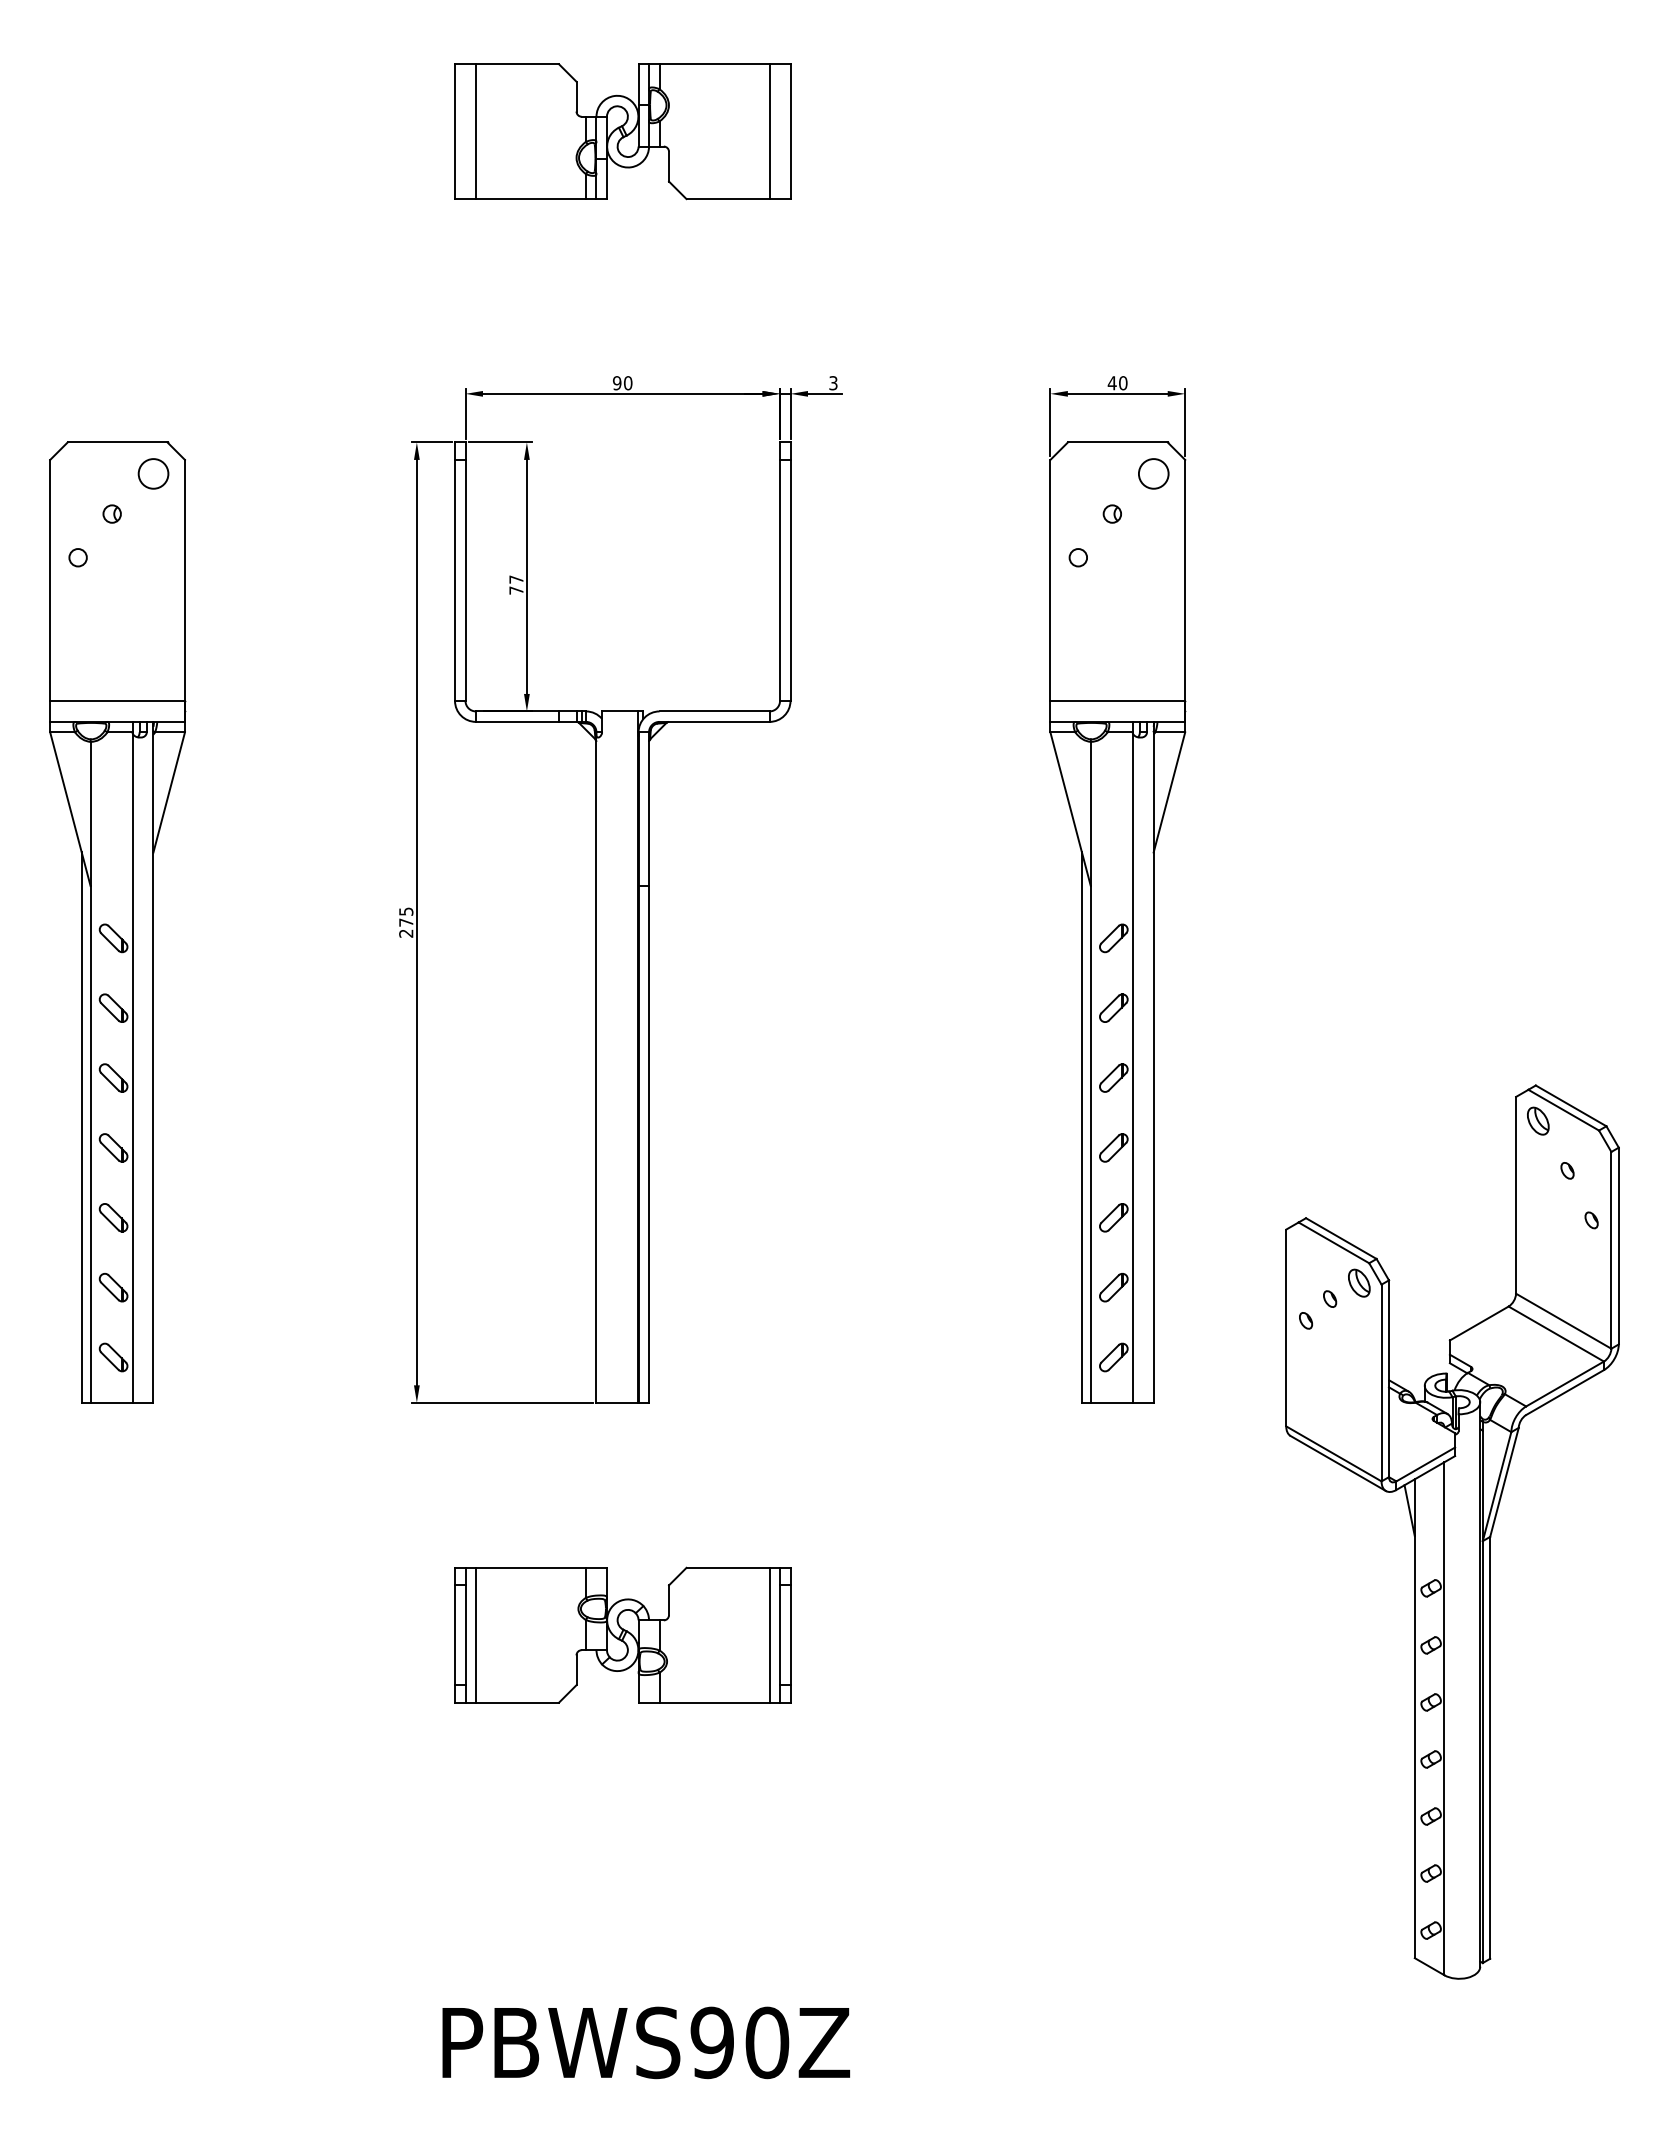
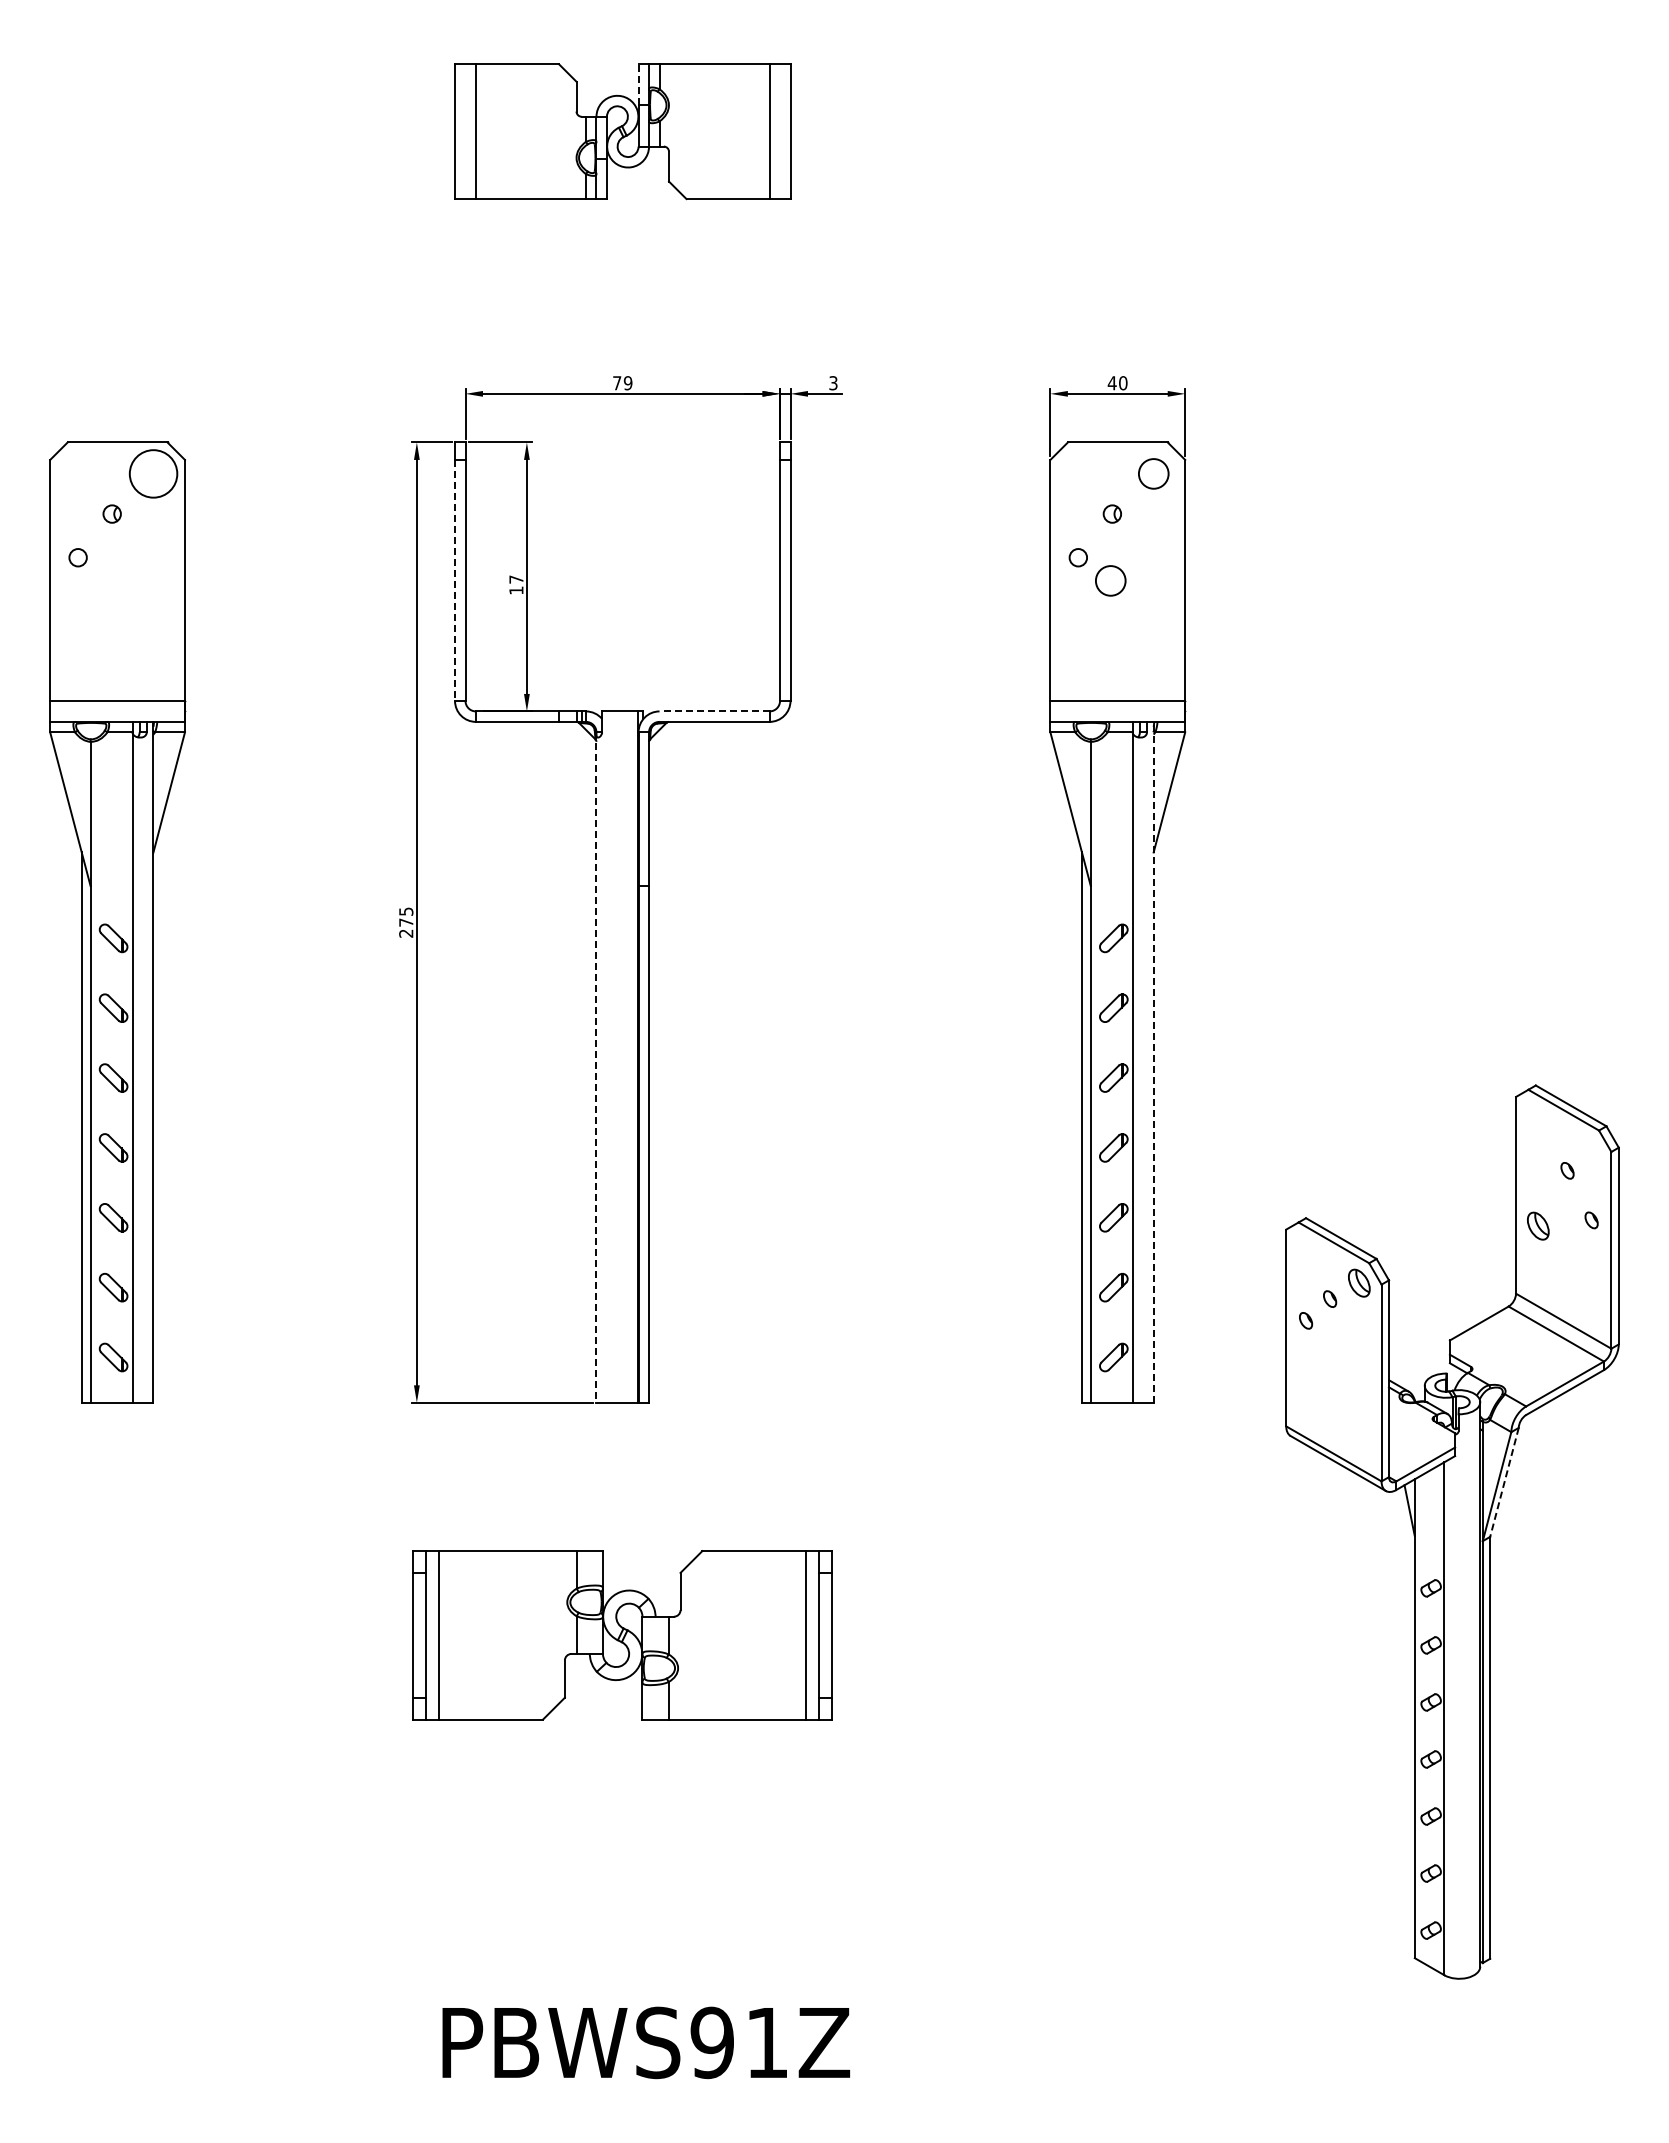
line at (638, 83): solid -> dashed
text at (622, 383): 90 -> 79
circle at (153, 473) diameter: 30 px -> 48 px
line at (455, 580): solid -> dashed
circle at (1110, 580): none -> present
text at (516, 590): 77 -> 17
line at (714, 711): solid -> dashed
line at (1153, 1061): solid -> dashed
line at (596, 1068): solid -> dashed
part at (1538, 1120) position: (1538, 1120) -> (1538, 1225)
line at (1504, 1482): solid -> dashed
part at (622, 1634) size: 338x138 px -> 421x171 px
text at (767, 2042): PBWS90Z -> PBWS91Z
